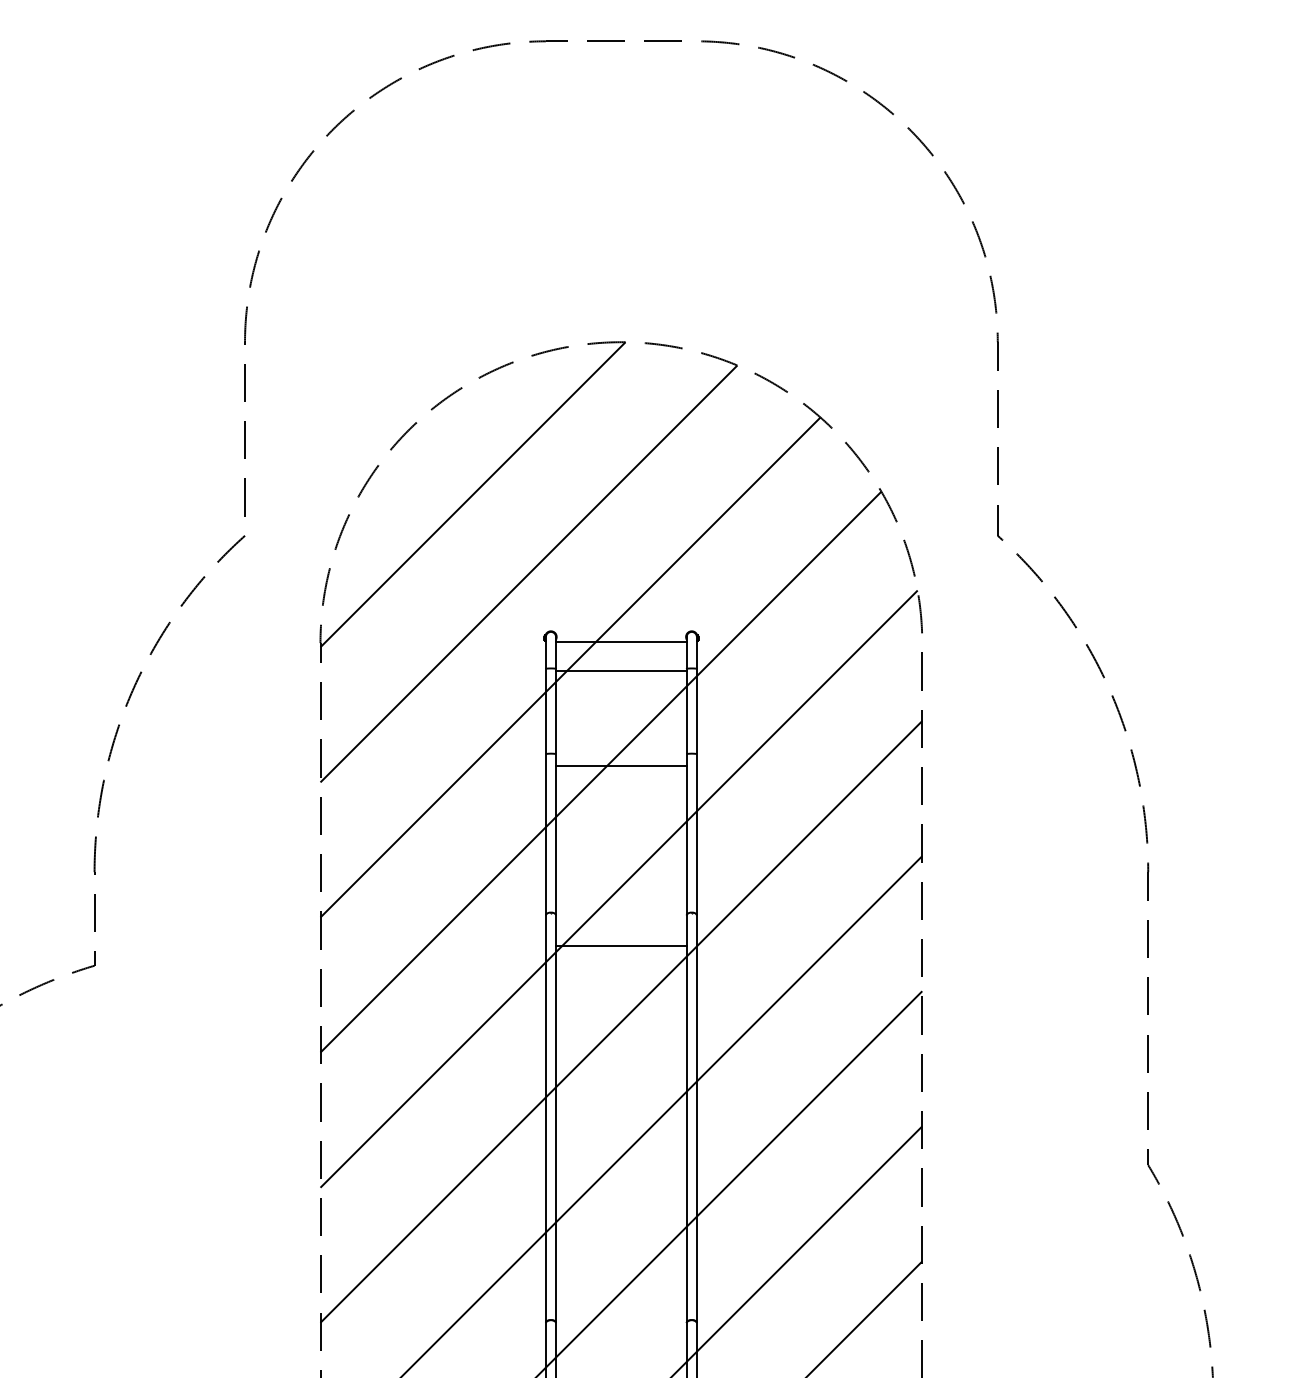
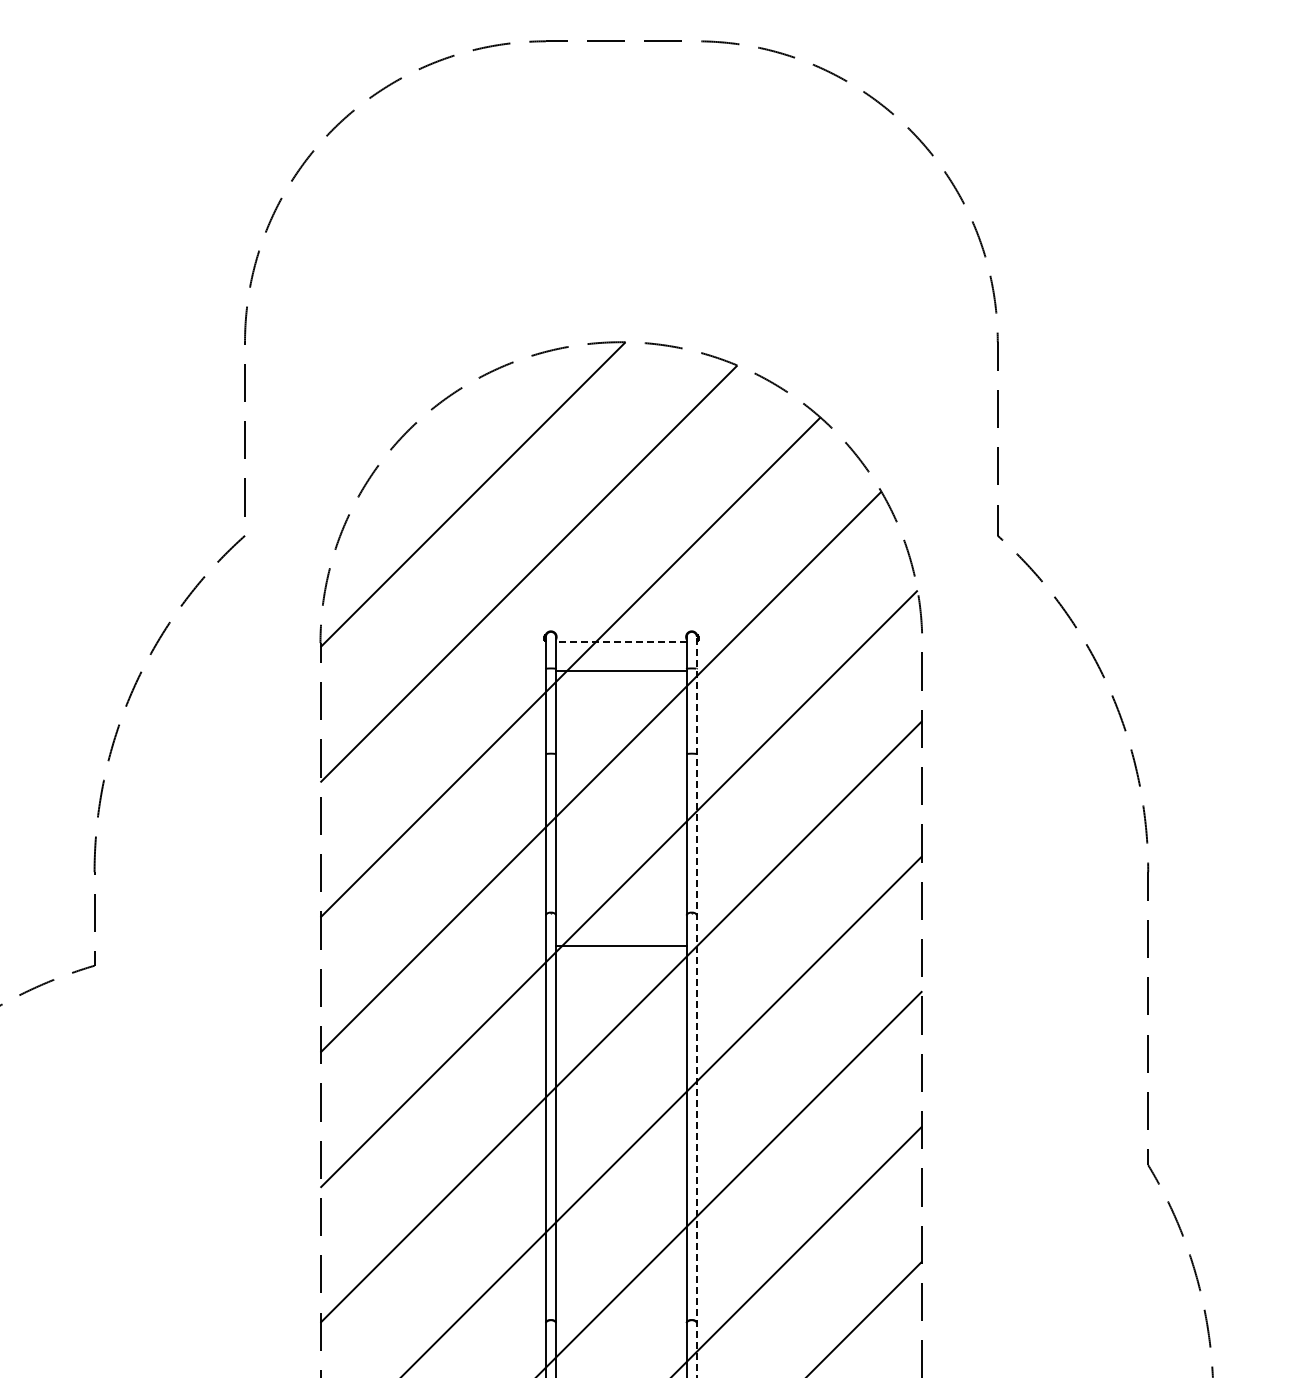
line at (620, 642): solid -> dashed
line at (621, 766): present -> none
line at (696, 1006): solid -> dashed
